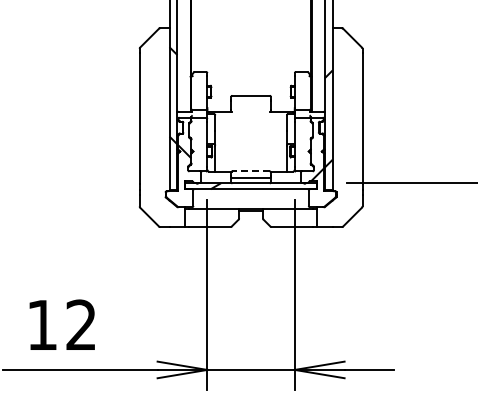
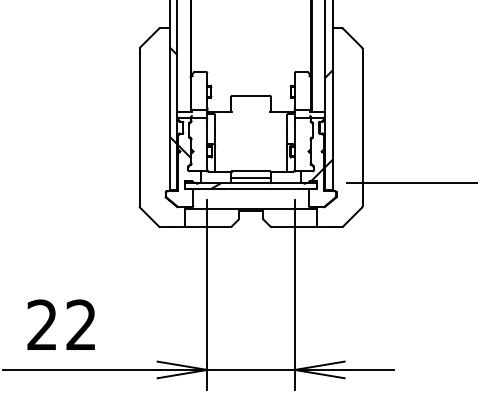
line at (251, 171): dashed -> solid
text at (41, 324): 12 -> 22
